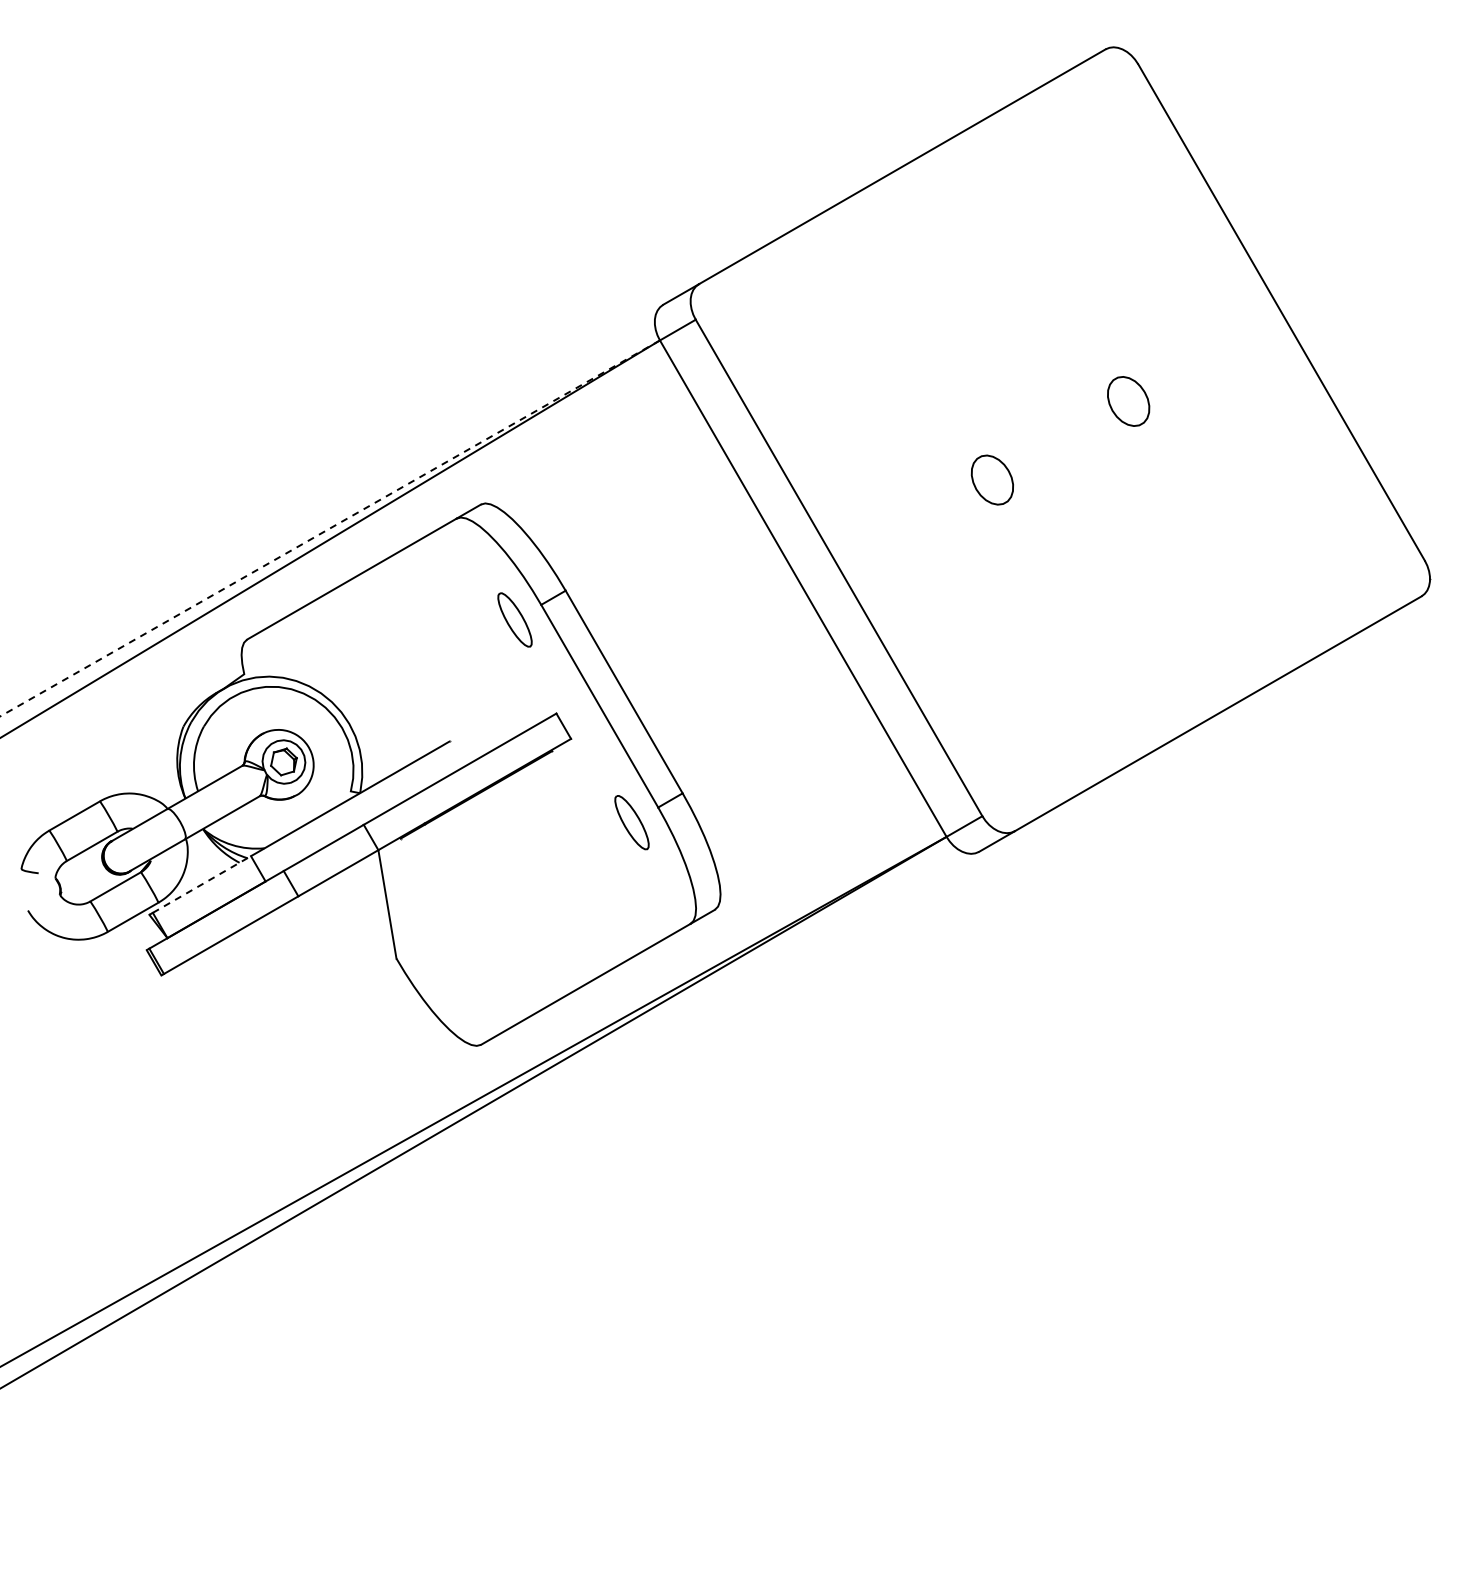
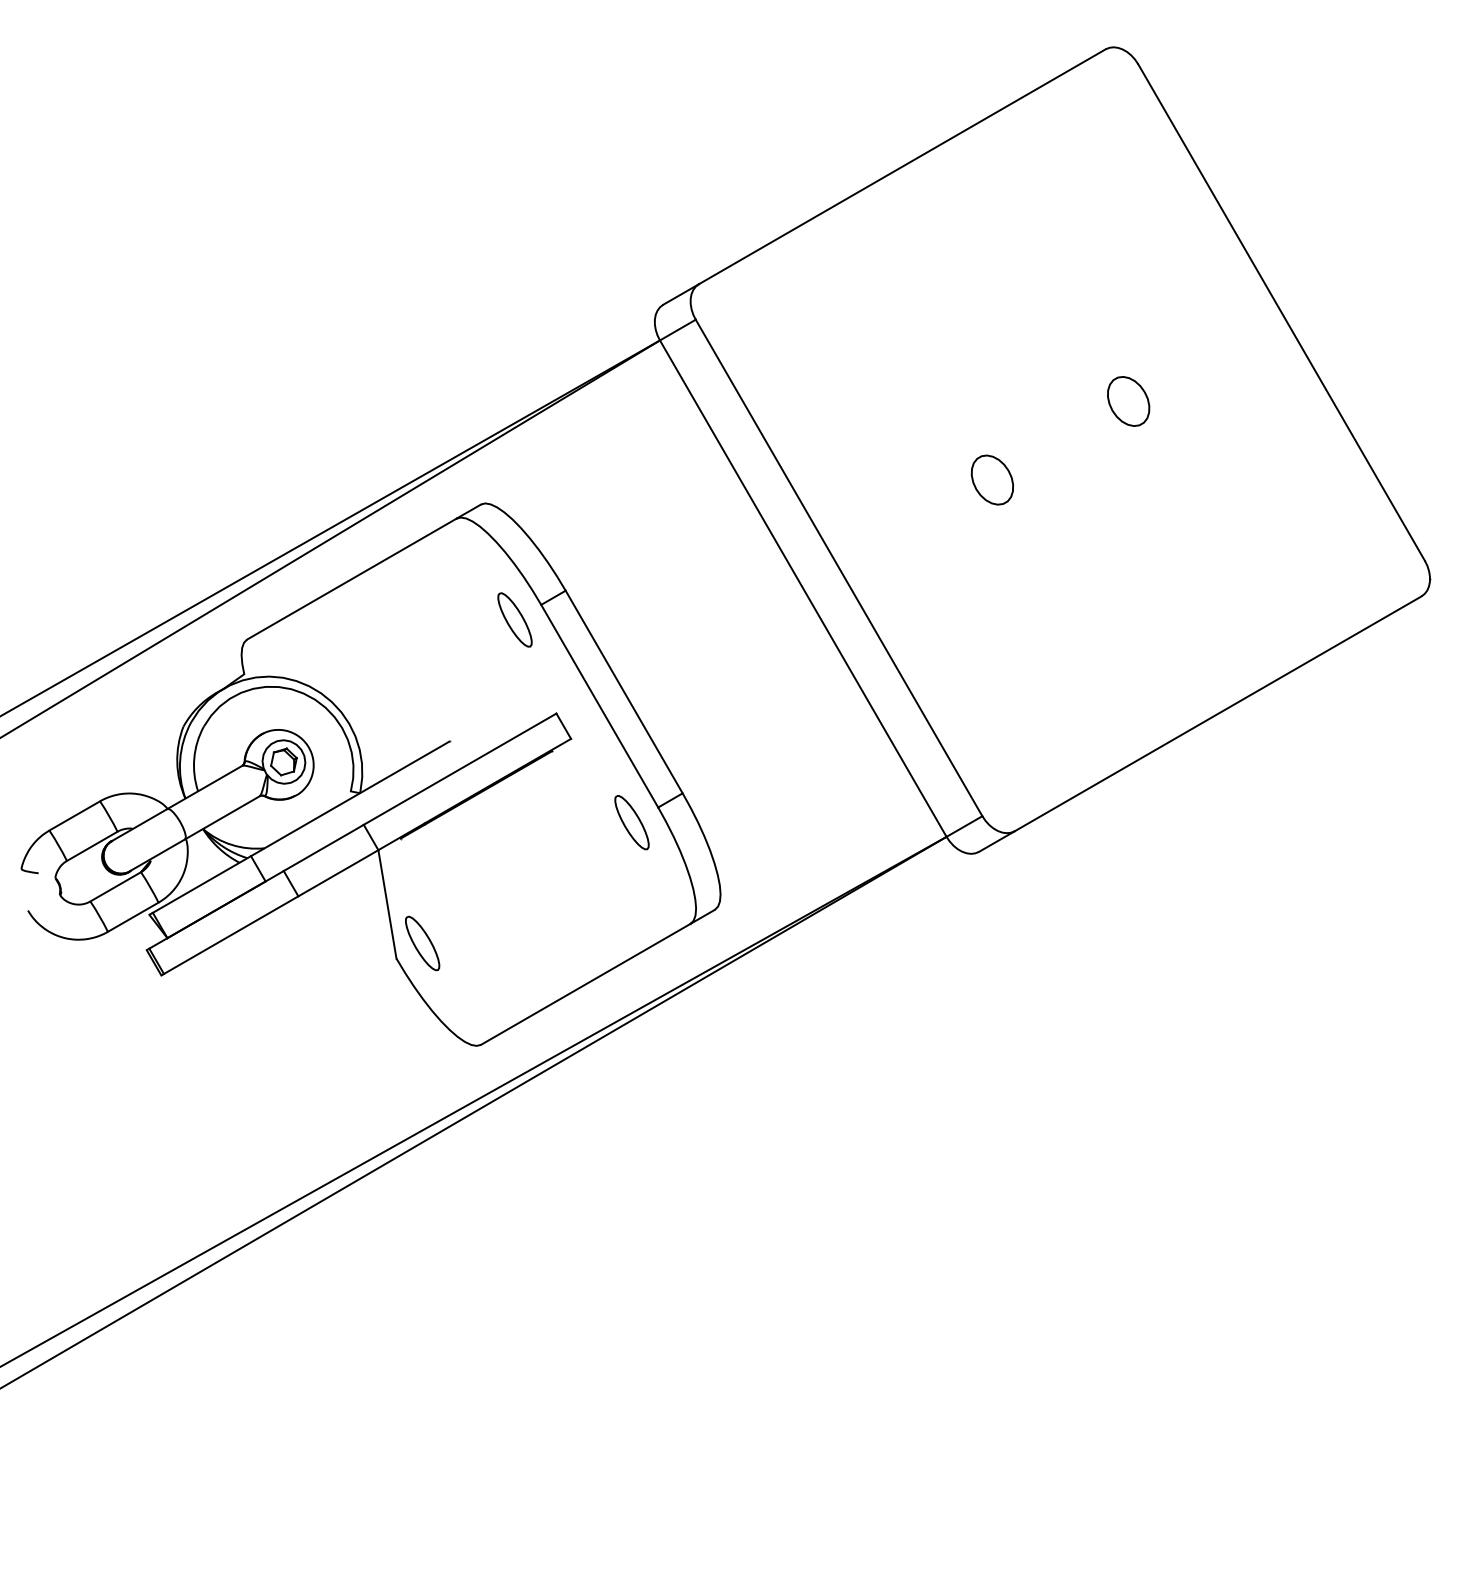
line at (330, 528): dashed -> solid
line at (201, 884): dashed -> solid
part at (422, 943): none -> present
